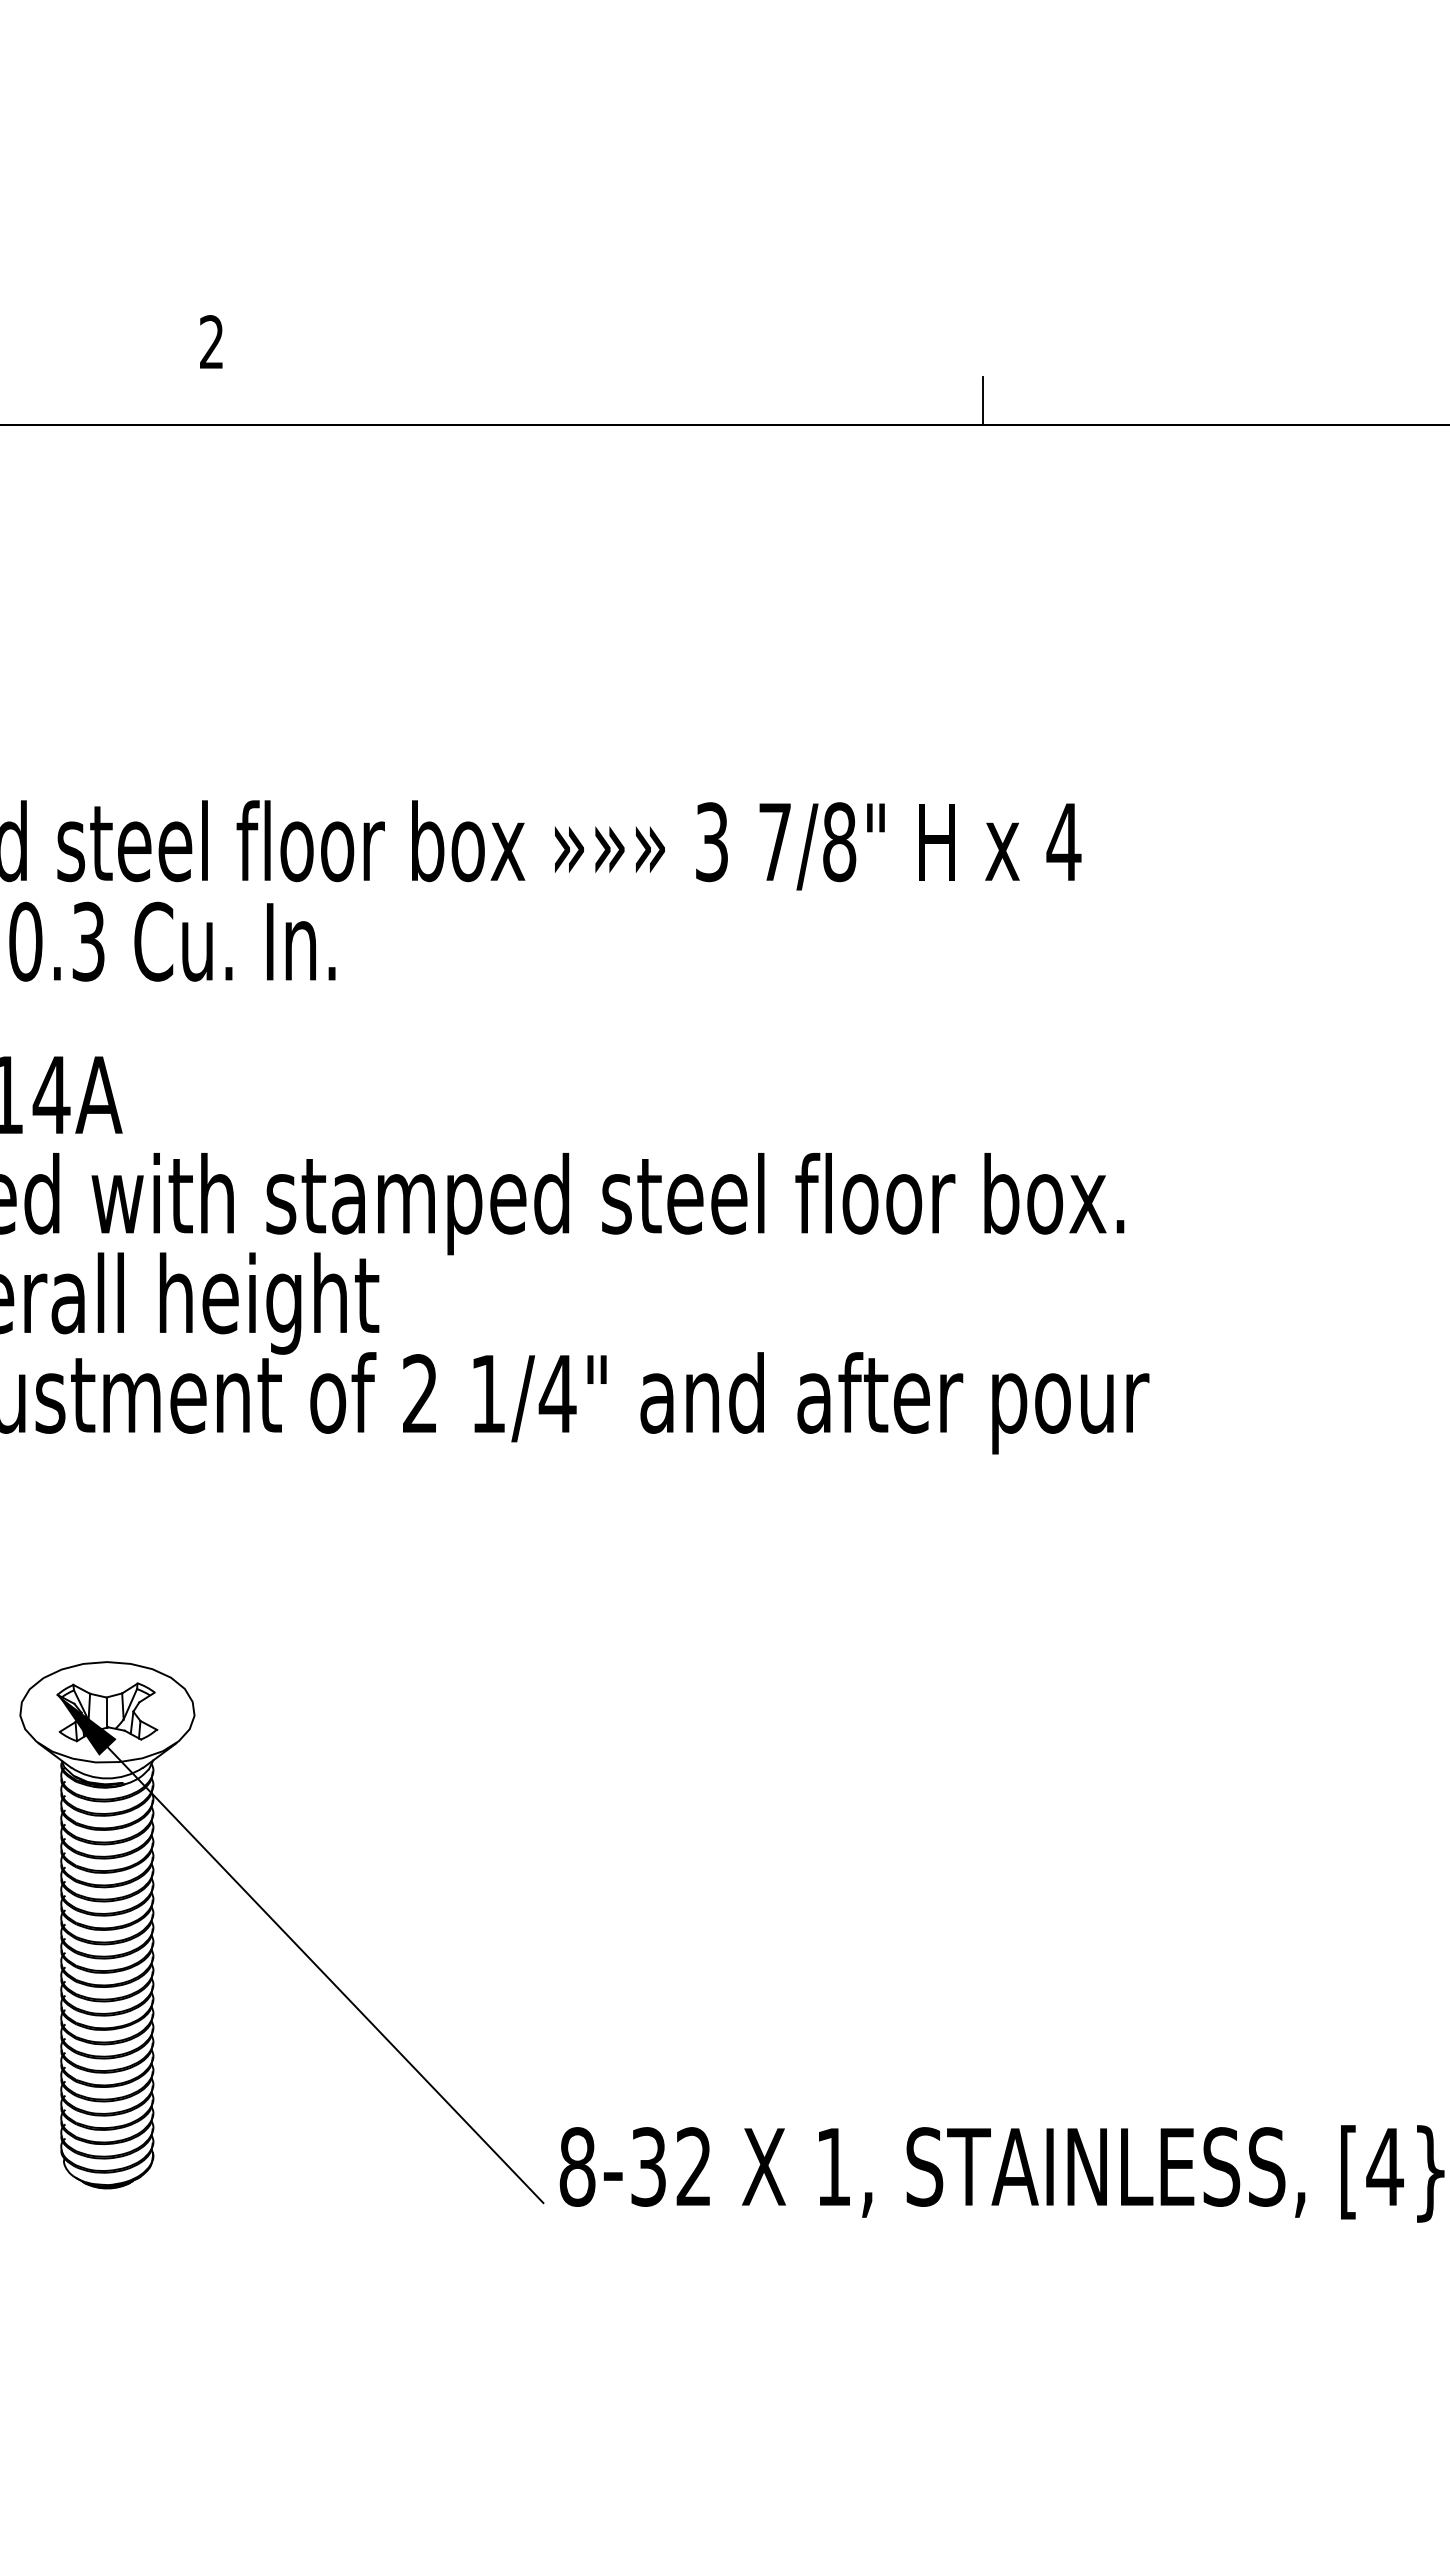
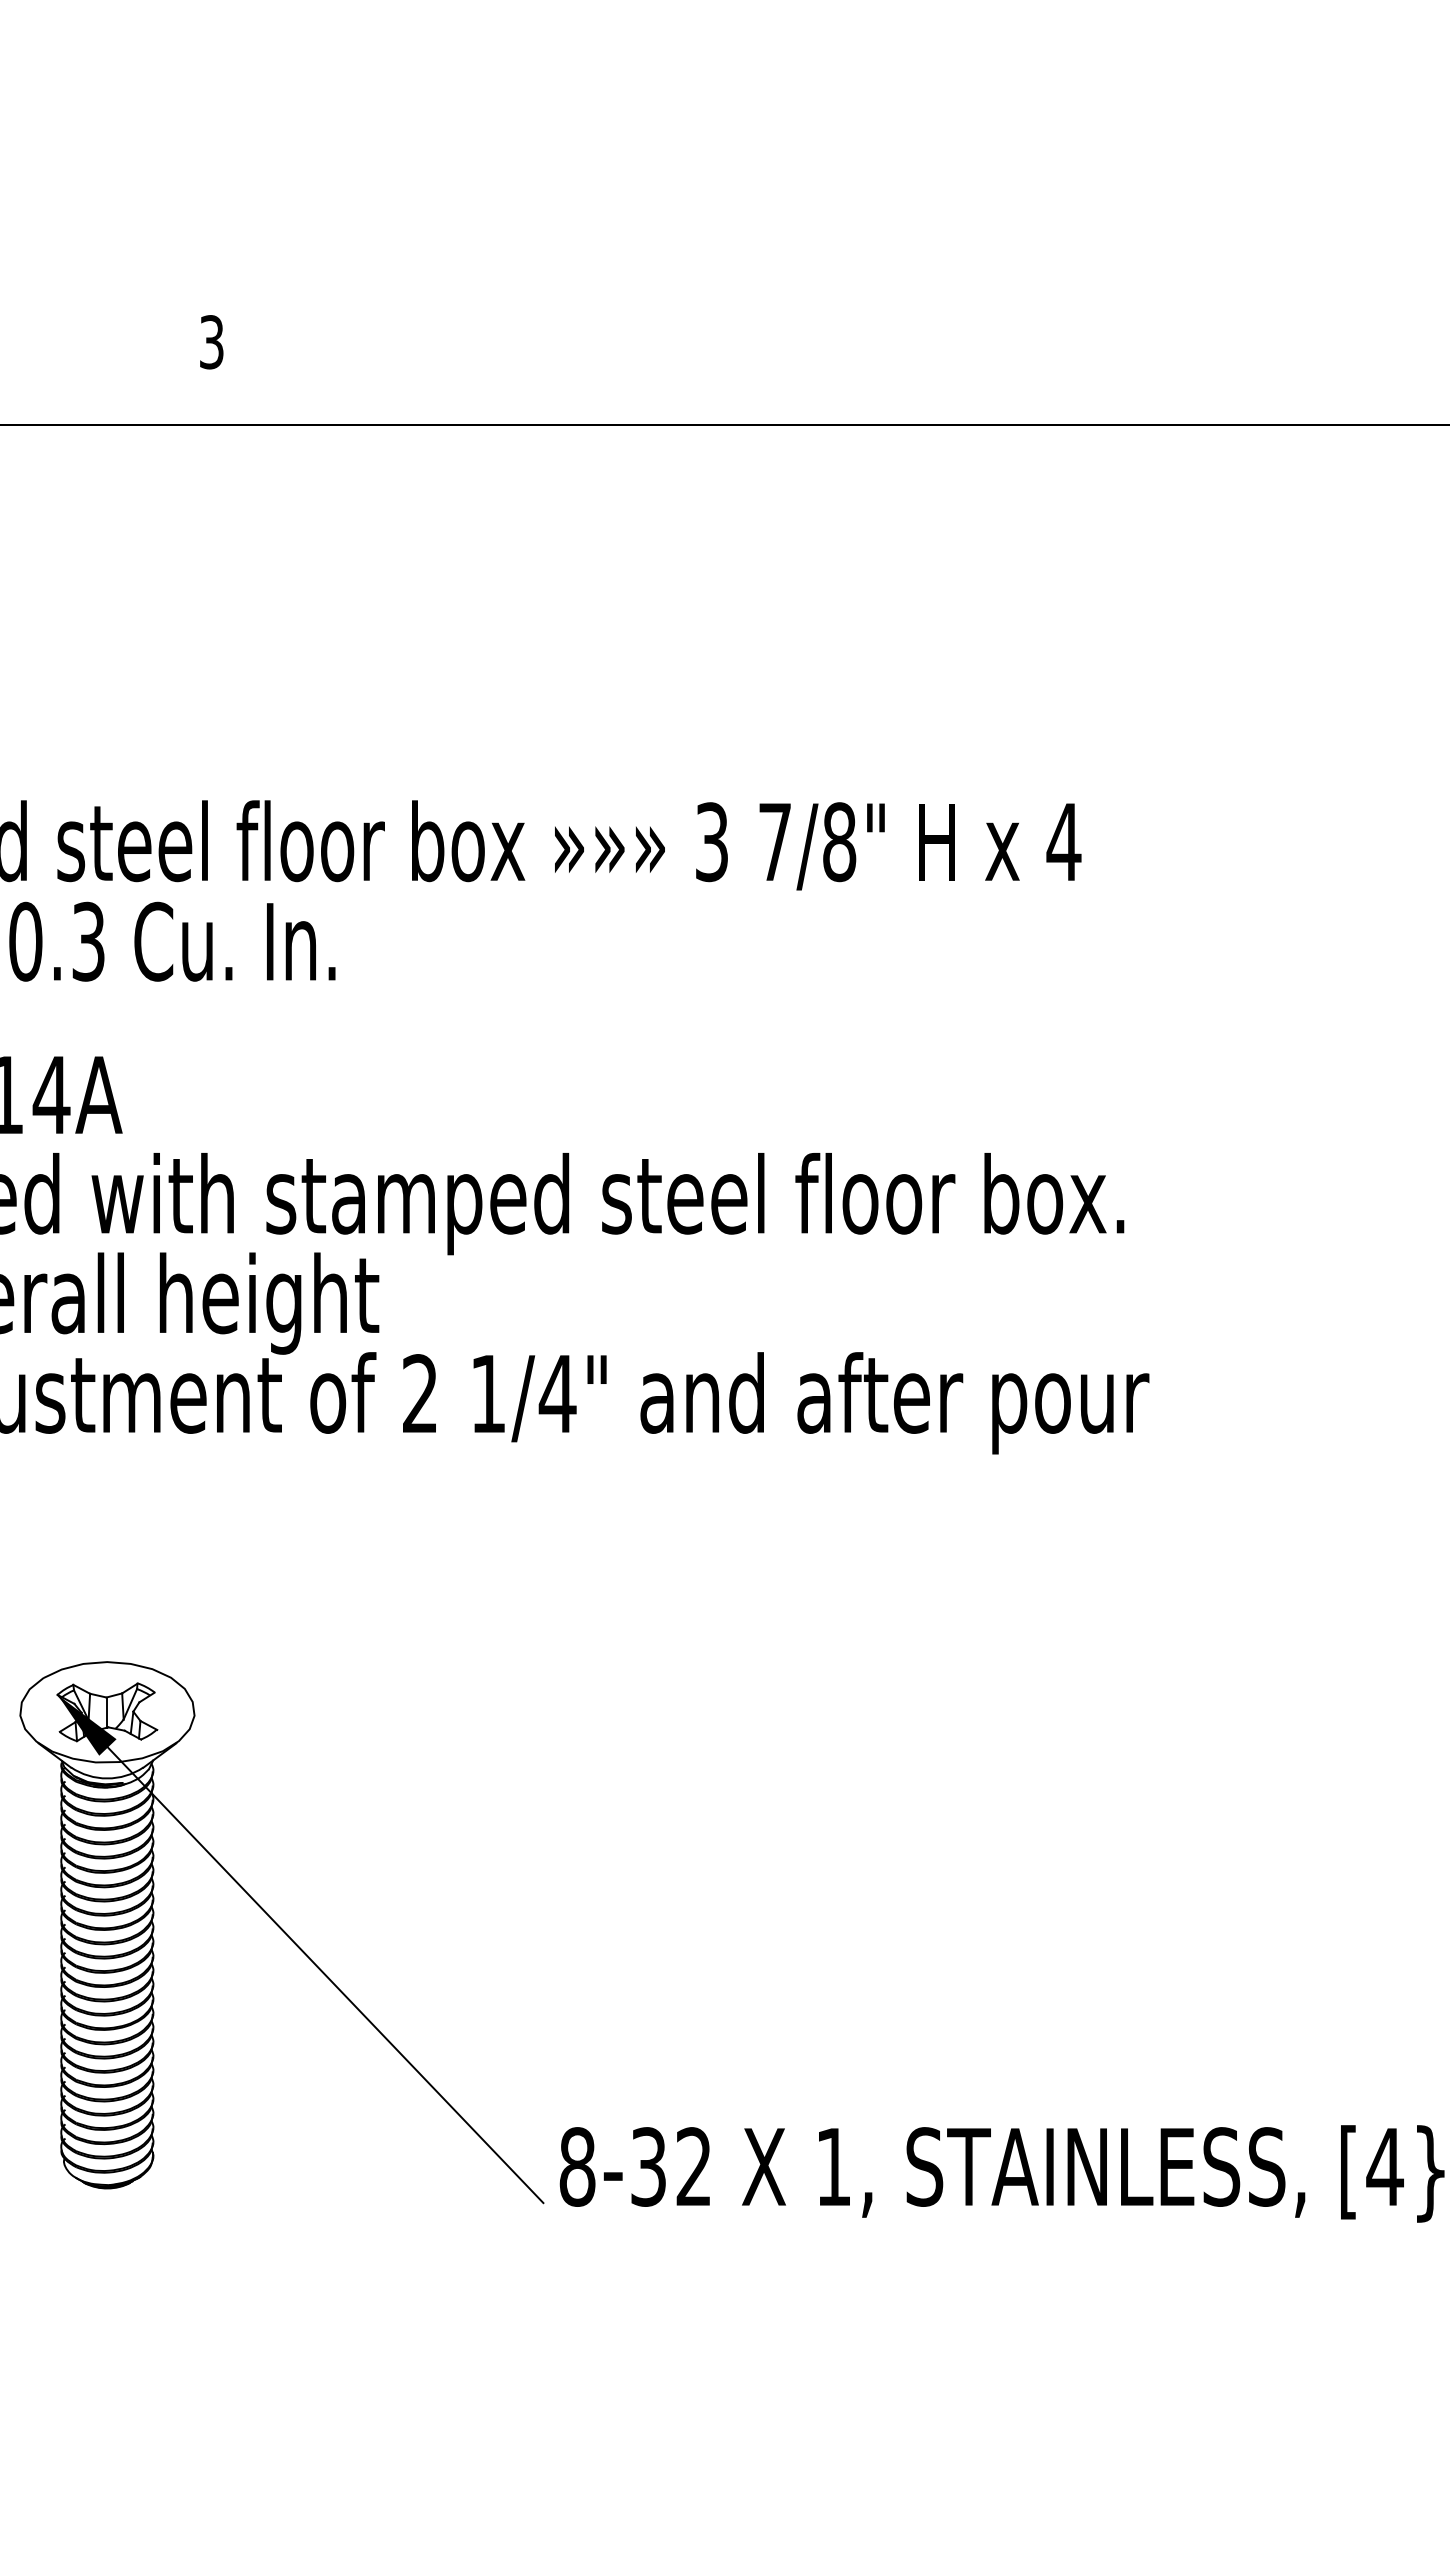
text at (211, 342): 2 -> 3
line at (982, 400): present -> none
